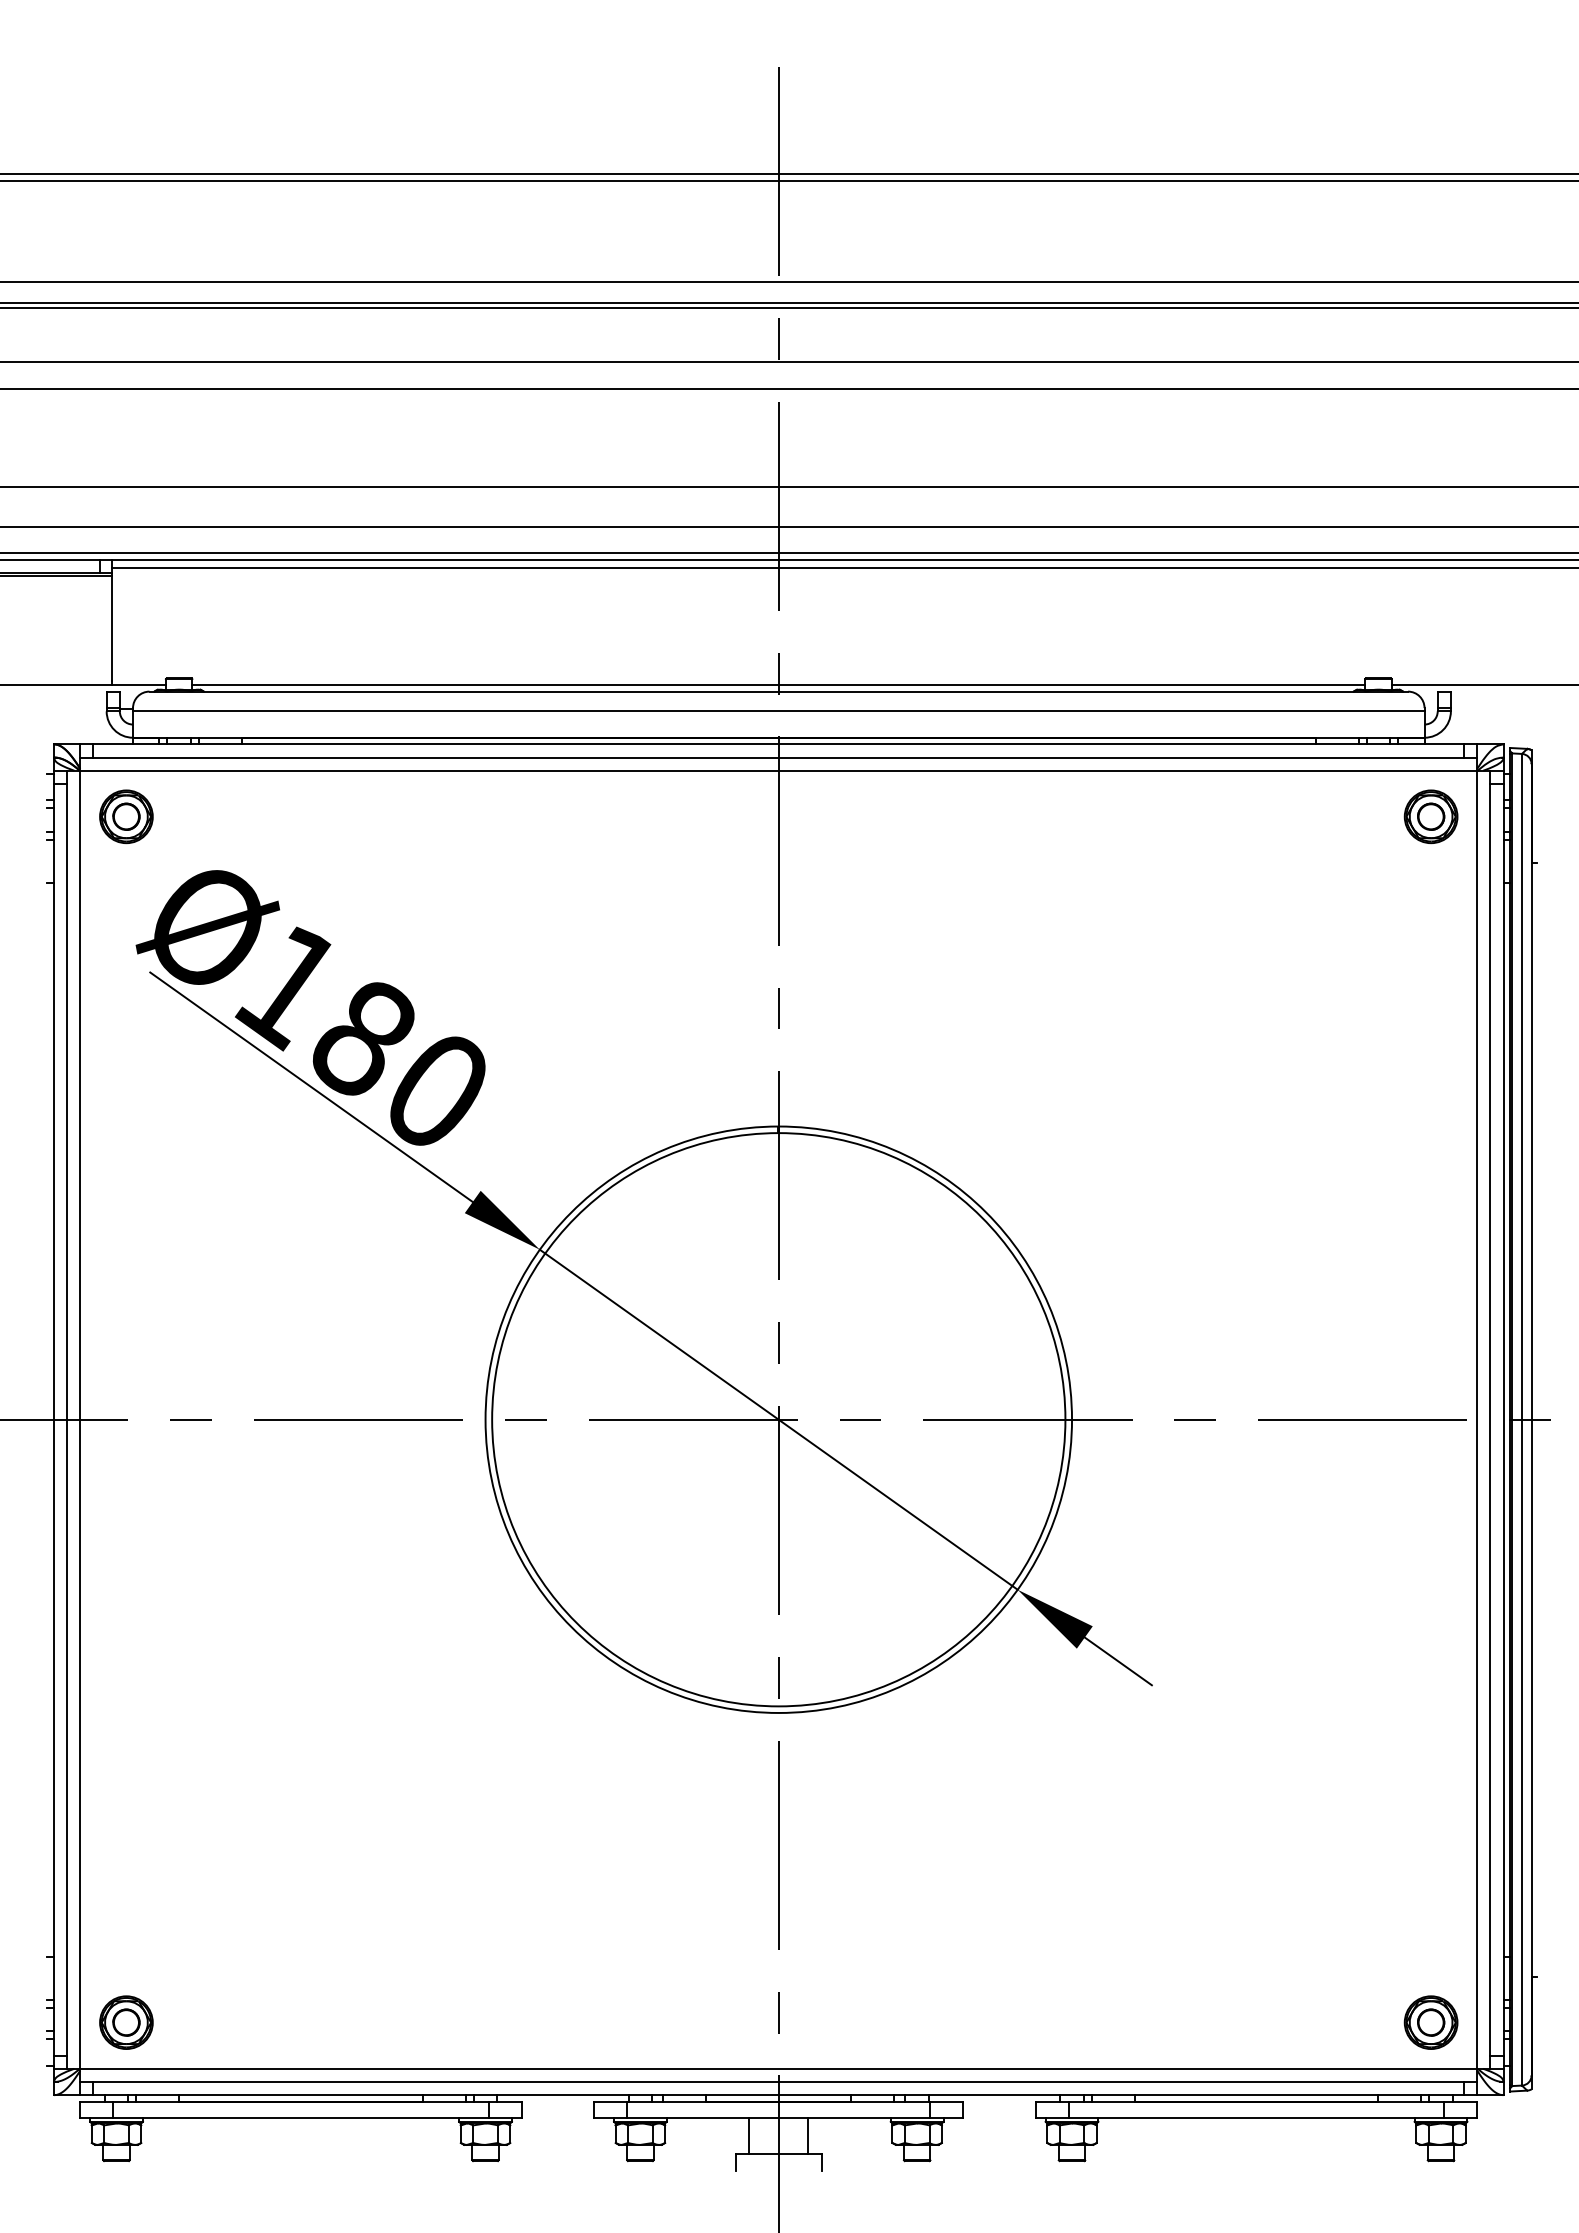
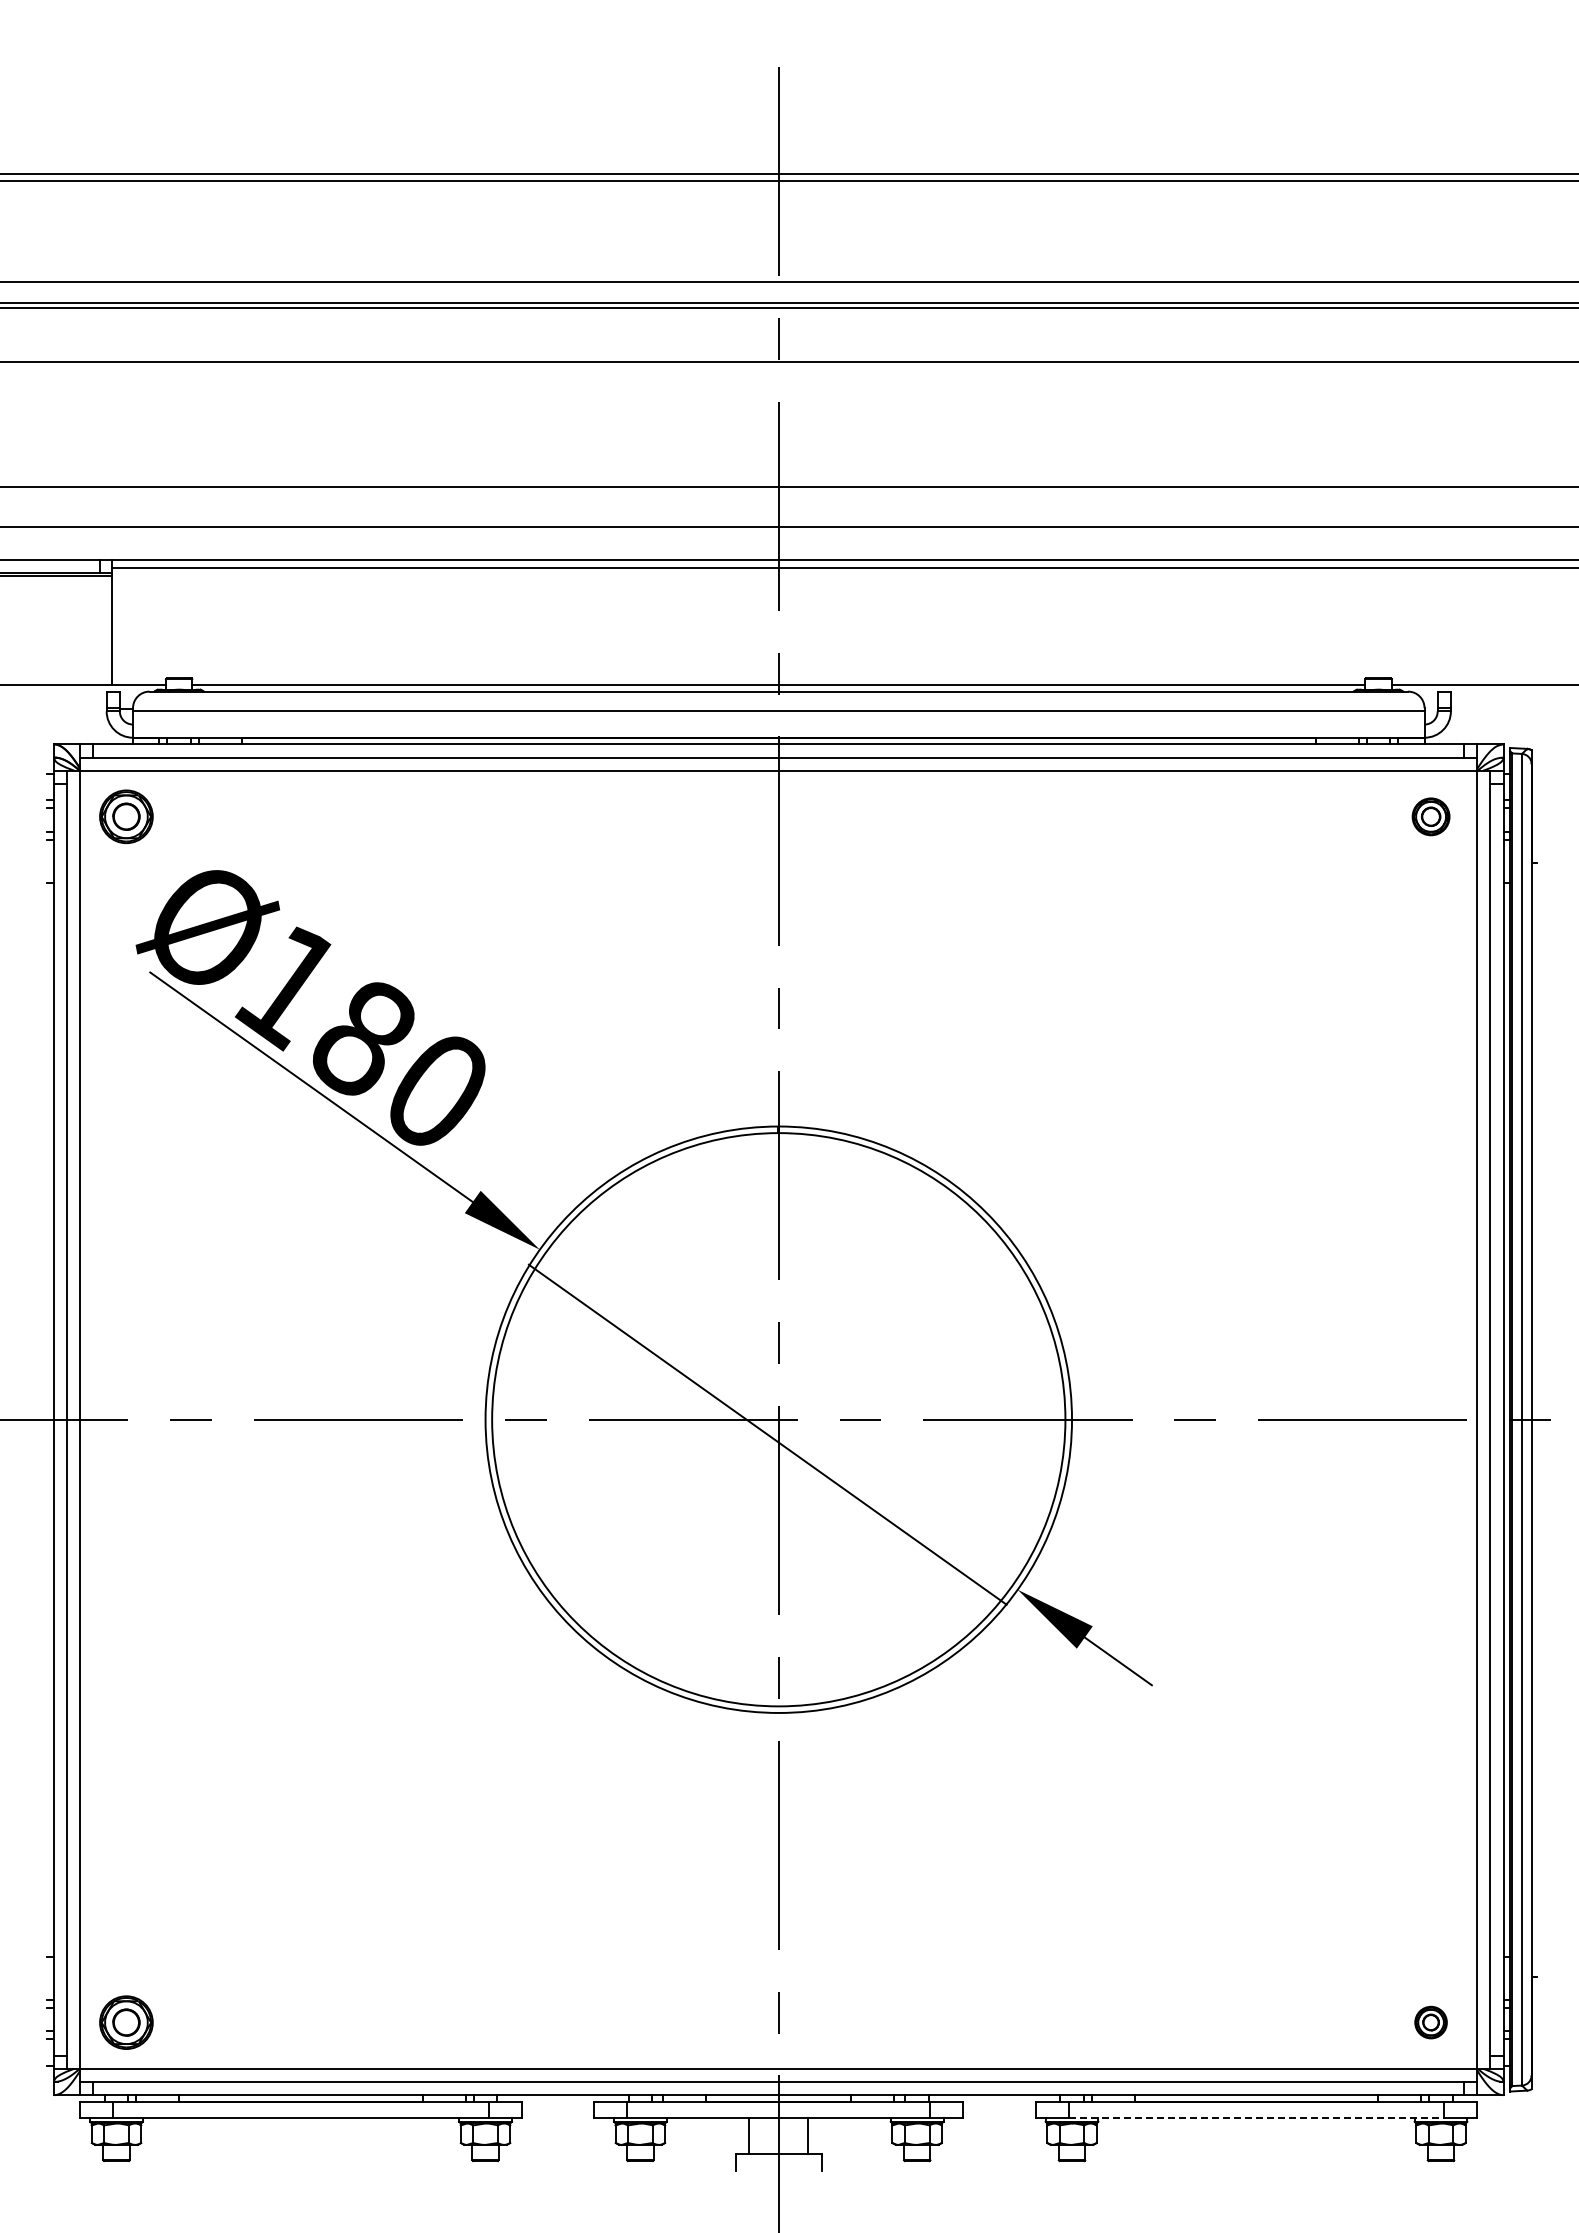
line at (788, 388): present -> none
line at (788, 553): present -> none
part at (1430, 816) size: 56x56 px -> 40x40 px
line at (778, 1419) position: (778, 1419) -> (767, 1434)
part at (1430, 2022) size: 56x55 px -> 34x35 px
line at (1256, 2118): solid -> dashed
